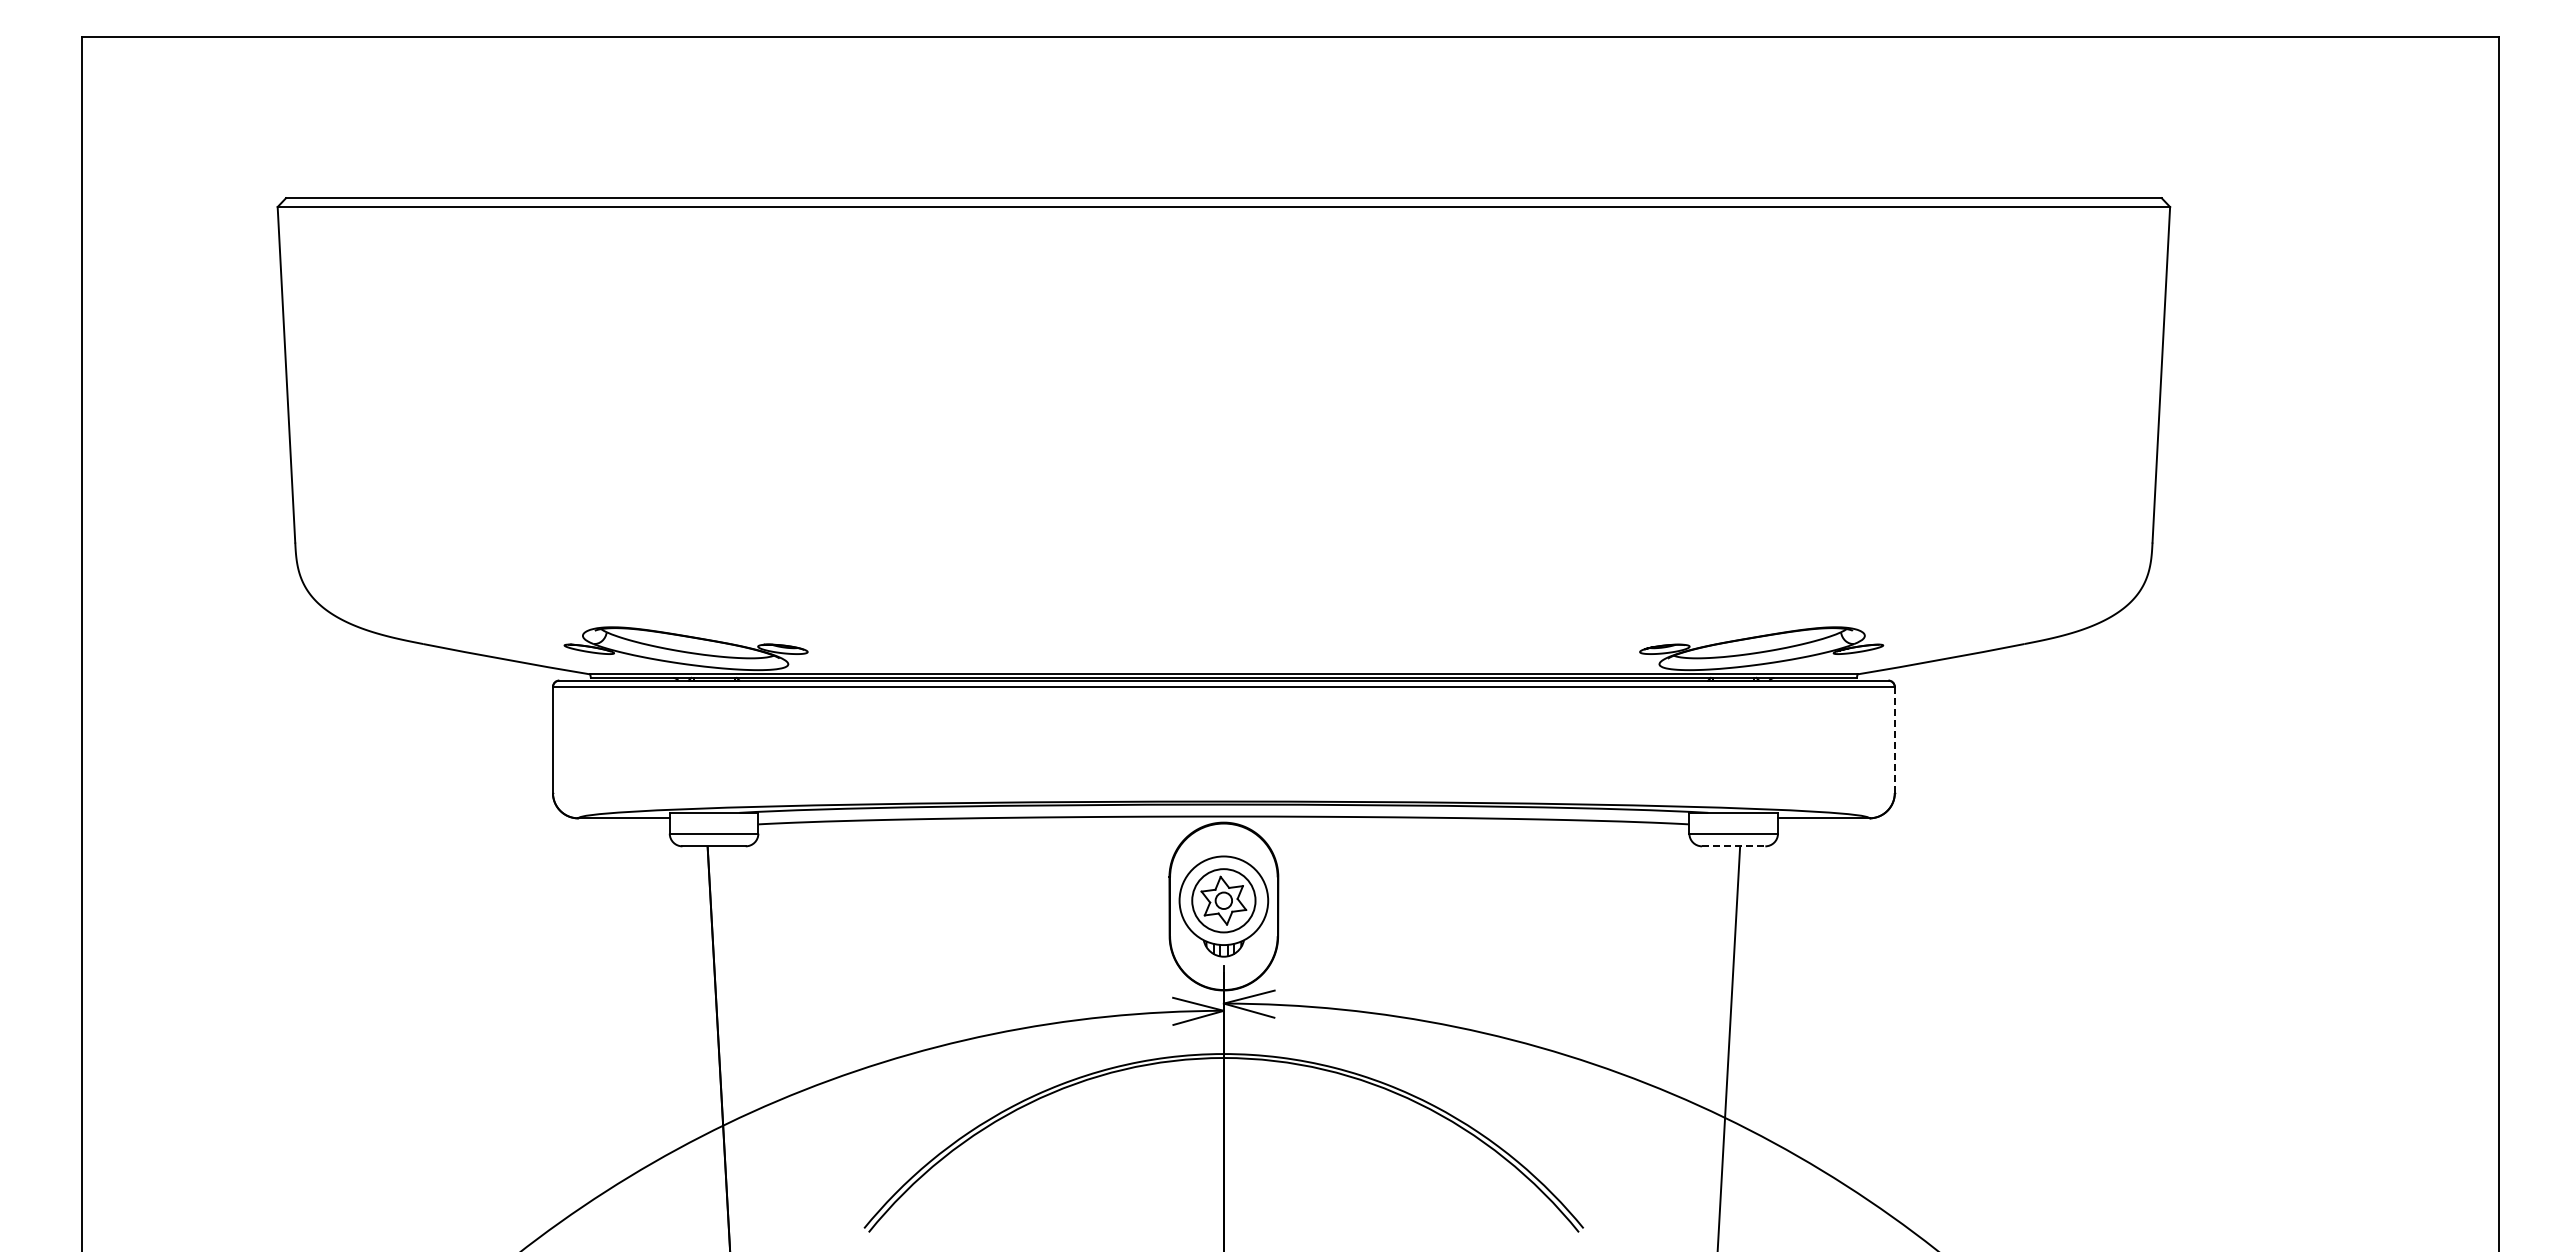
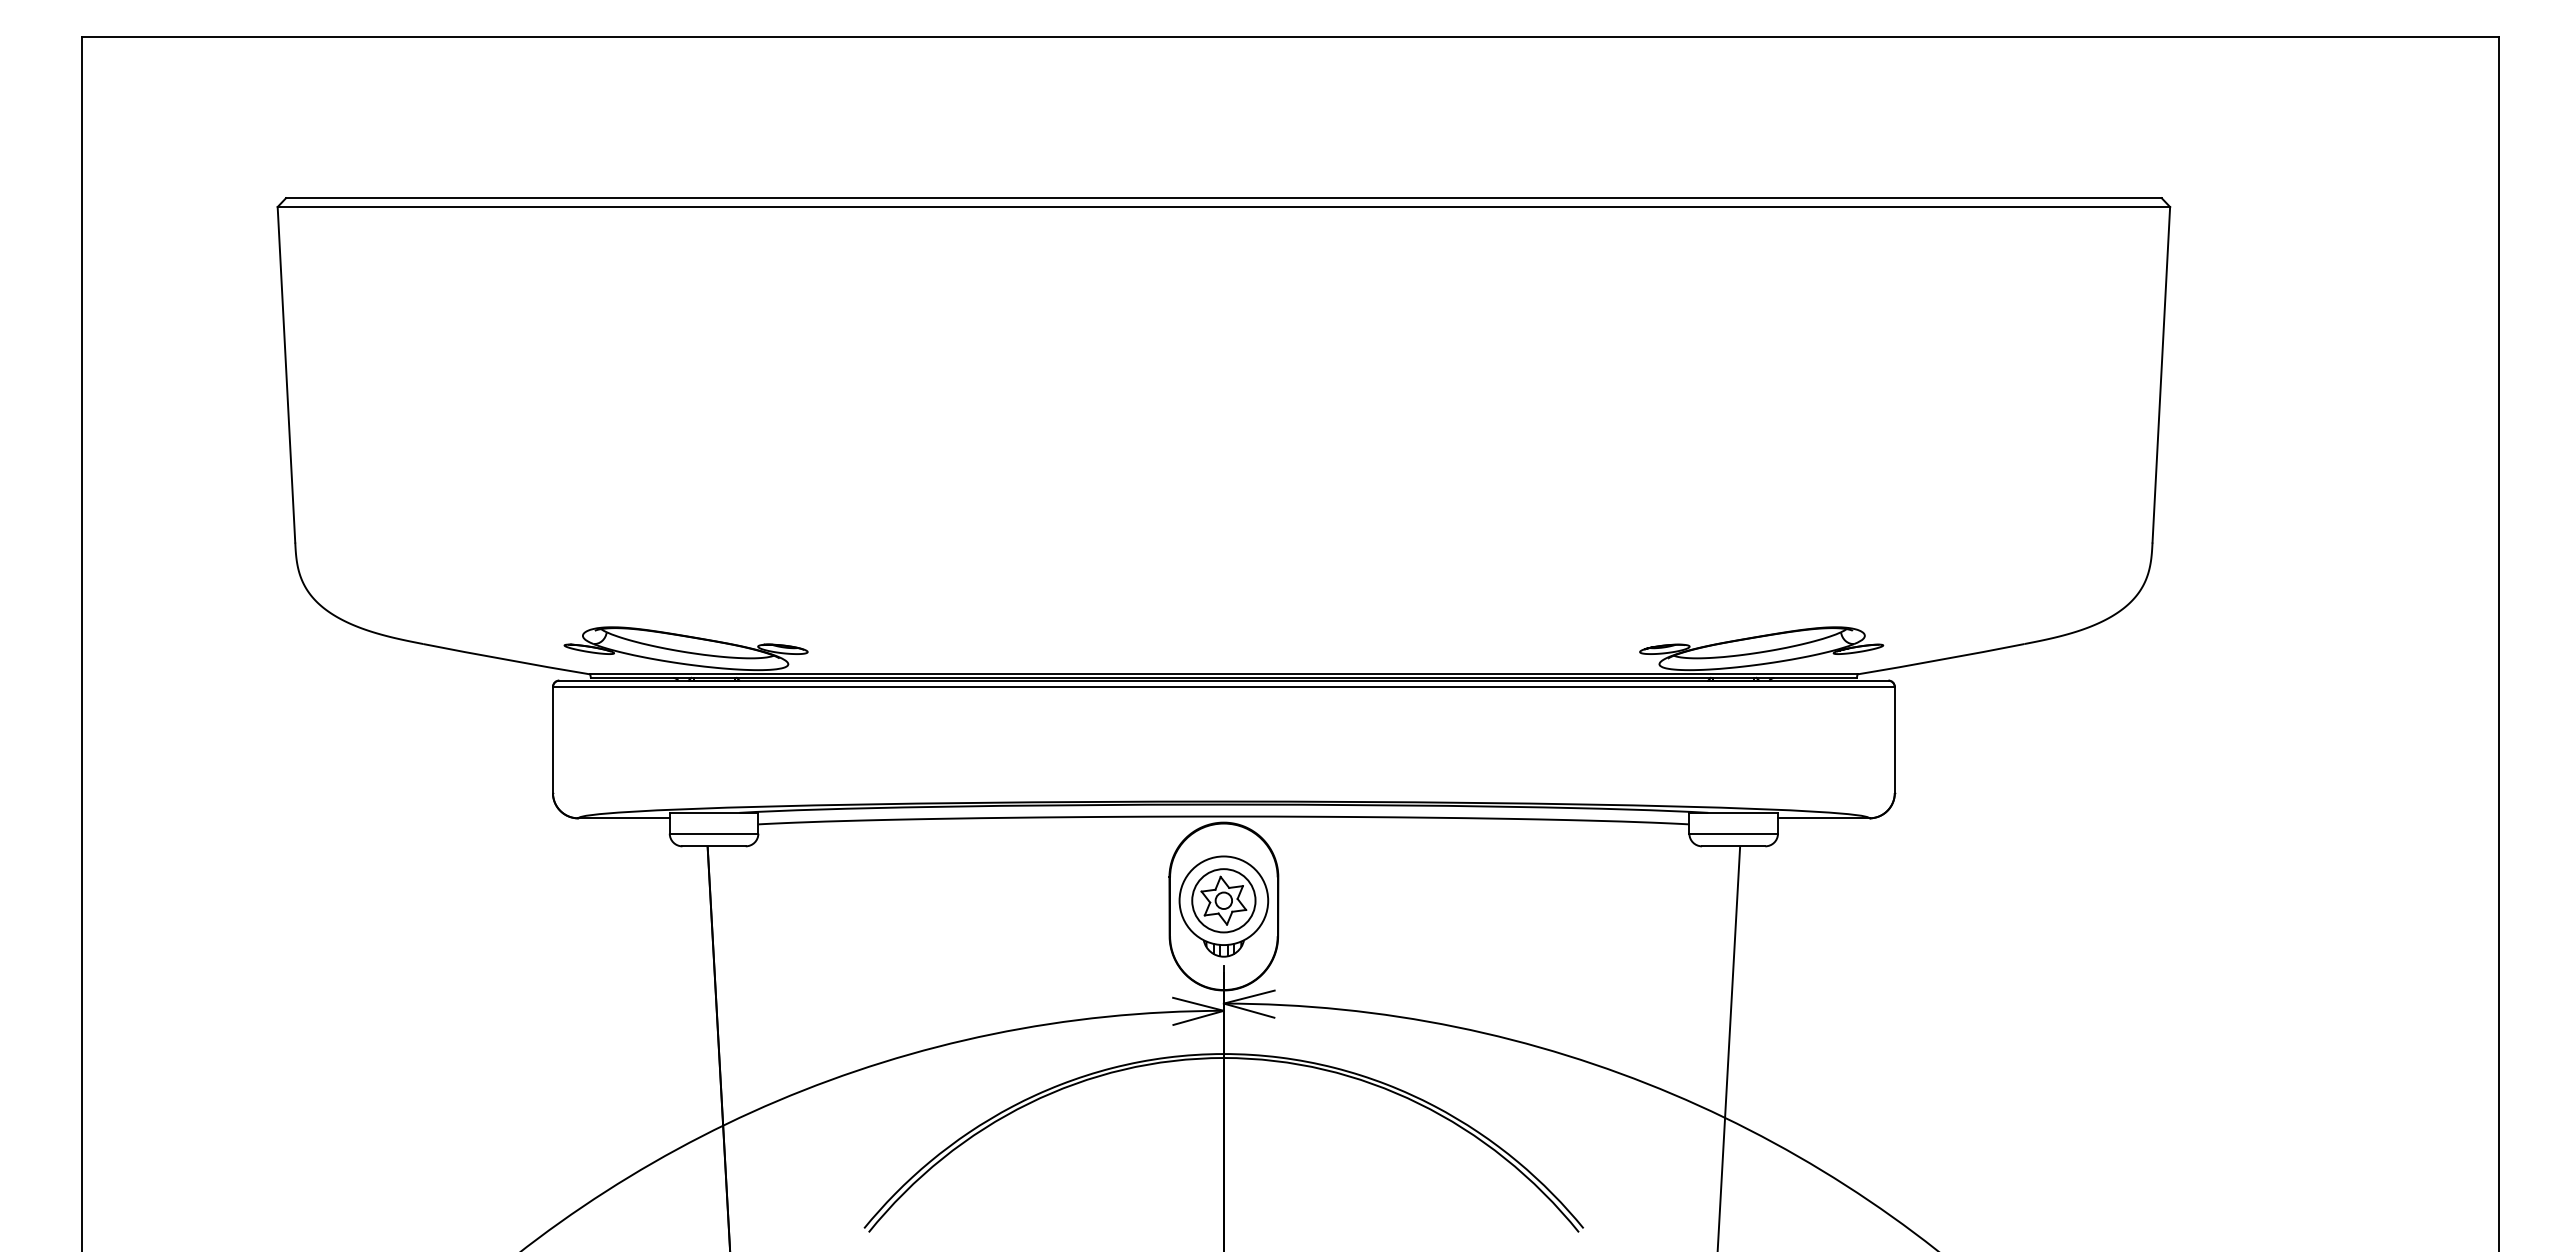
line at (1894, 739): dashed -> solid
line at (1733, 846): dashed -> solid
